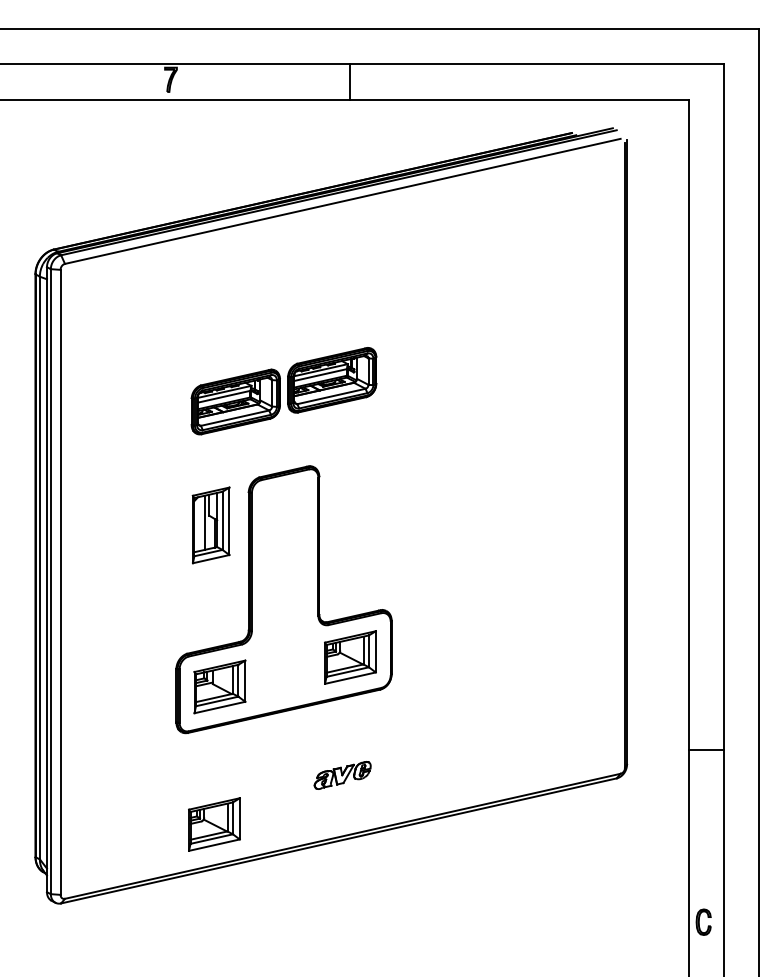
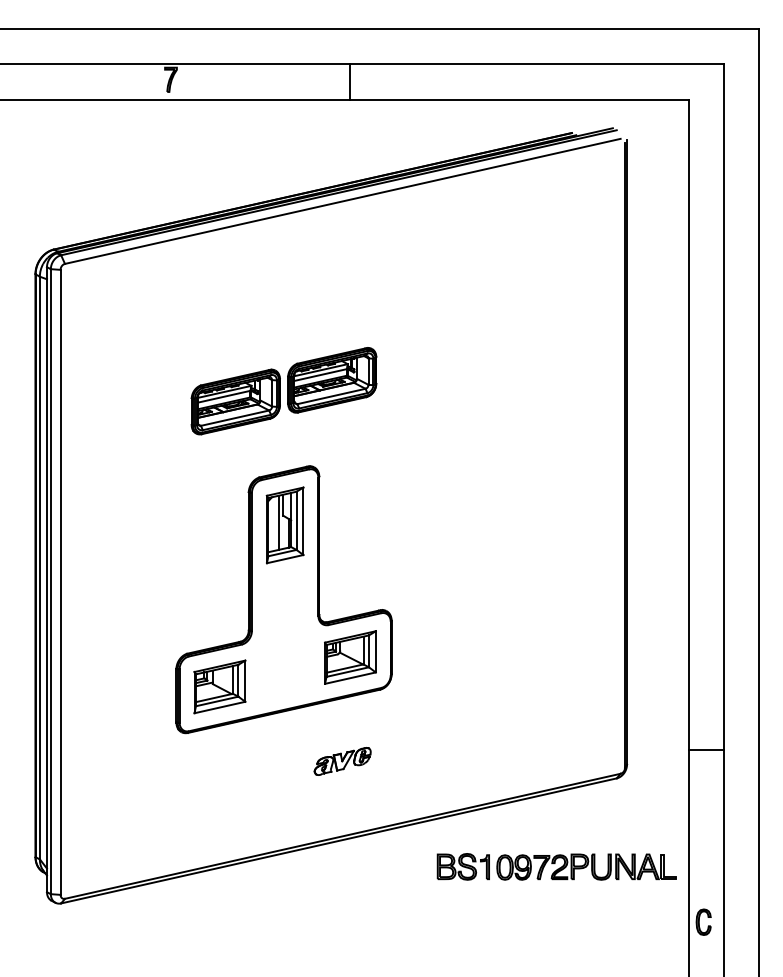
part at (210, 525) position: (210, 525) -> (284, 525)
part at (342, 775) position: (342, 775) -> (342, 761)
part at (214, 824): present -> none
part at (556, 866): none -> present
